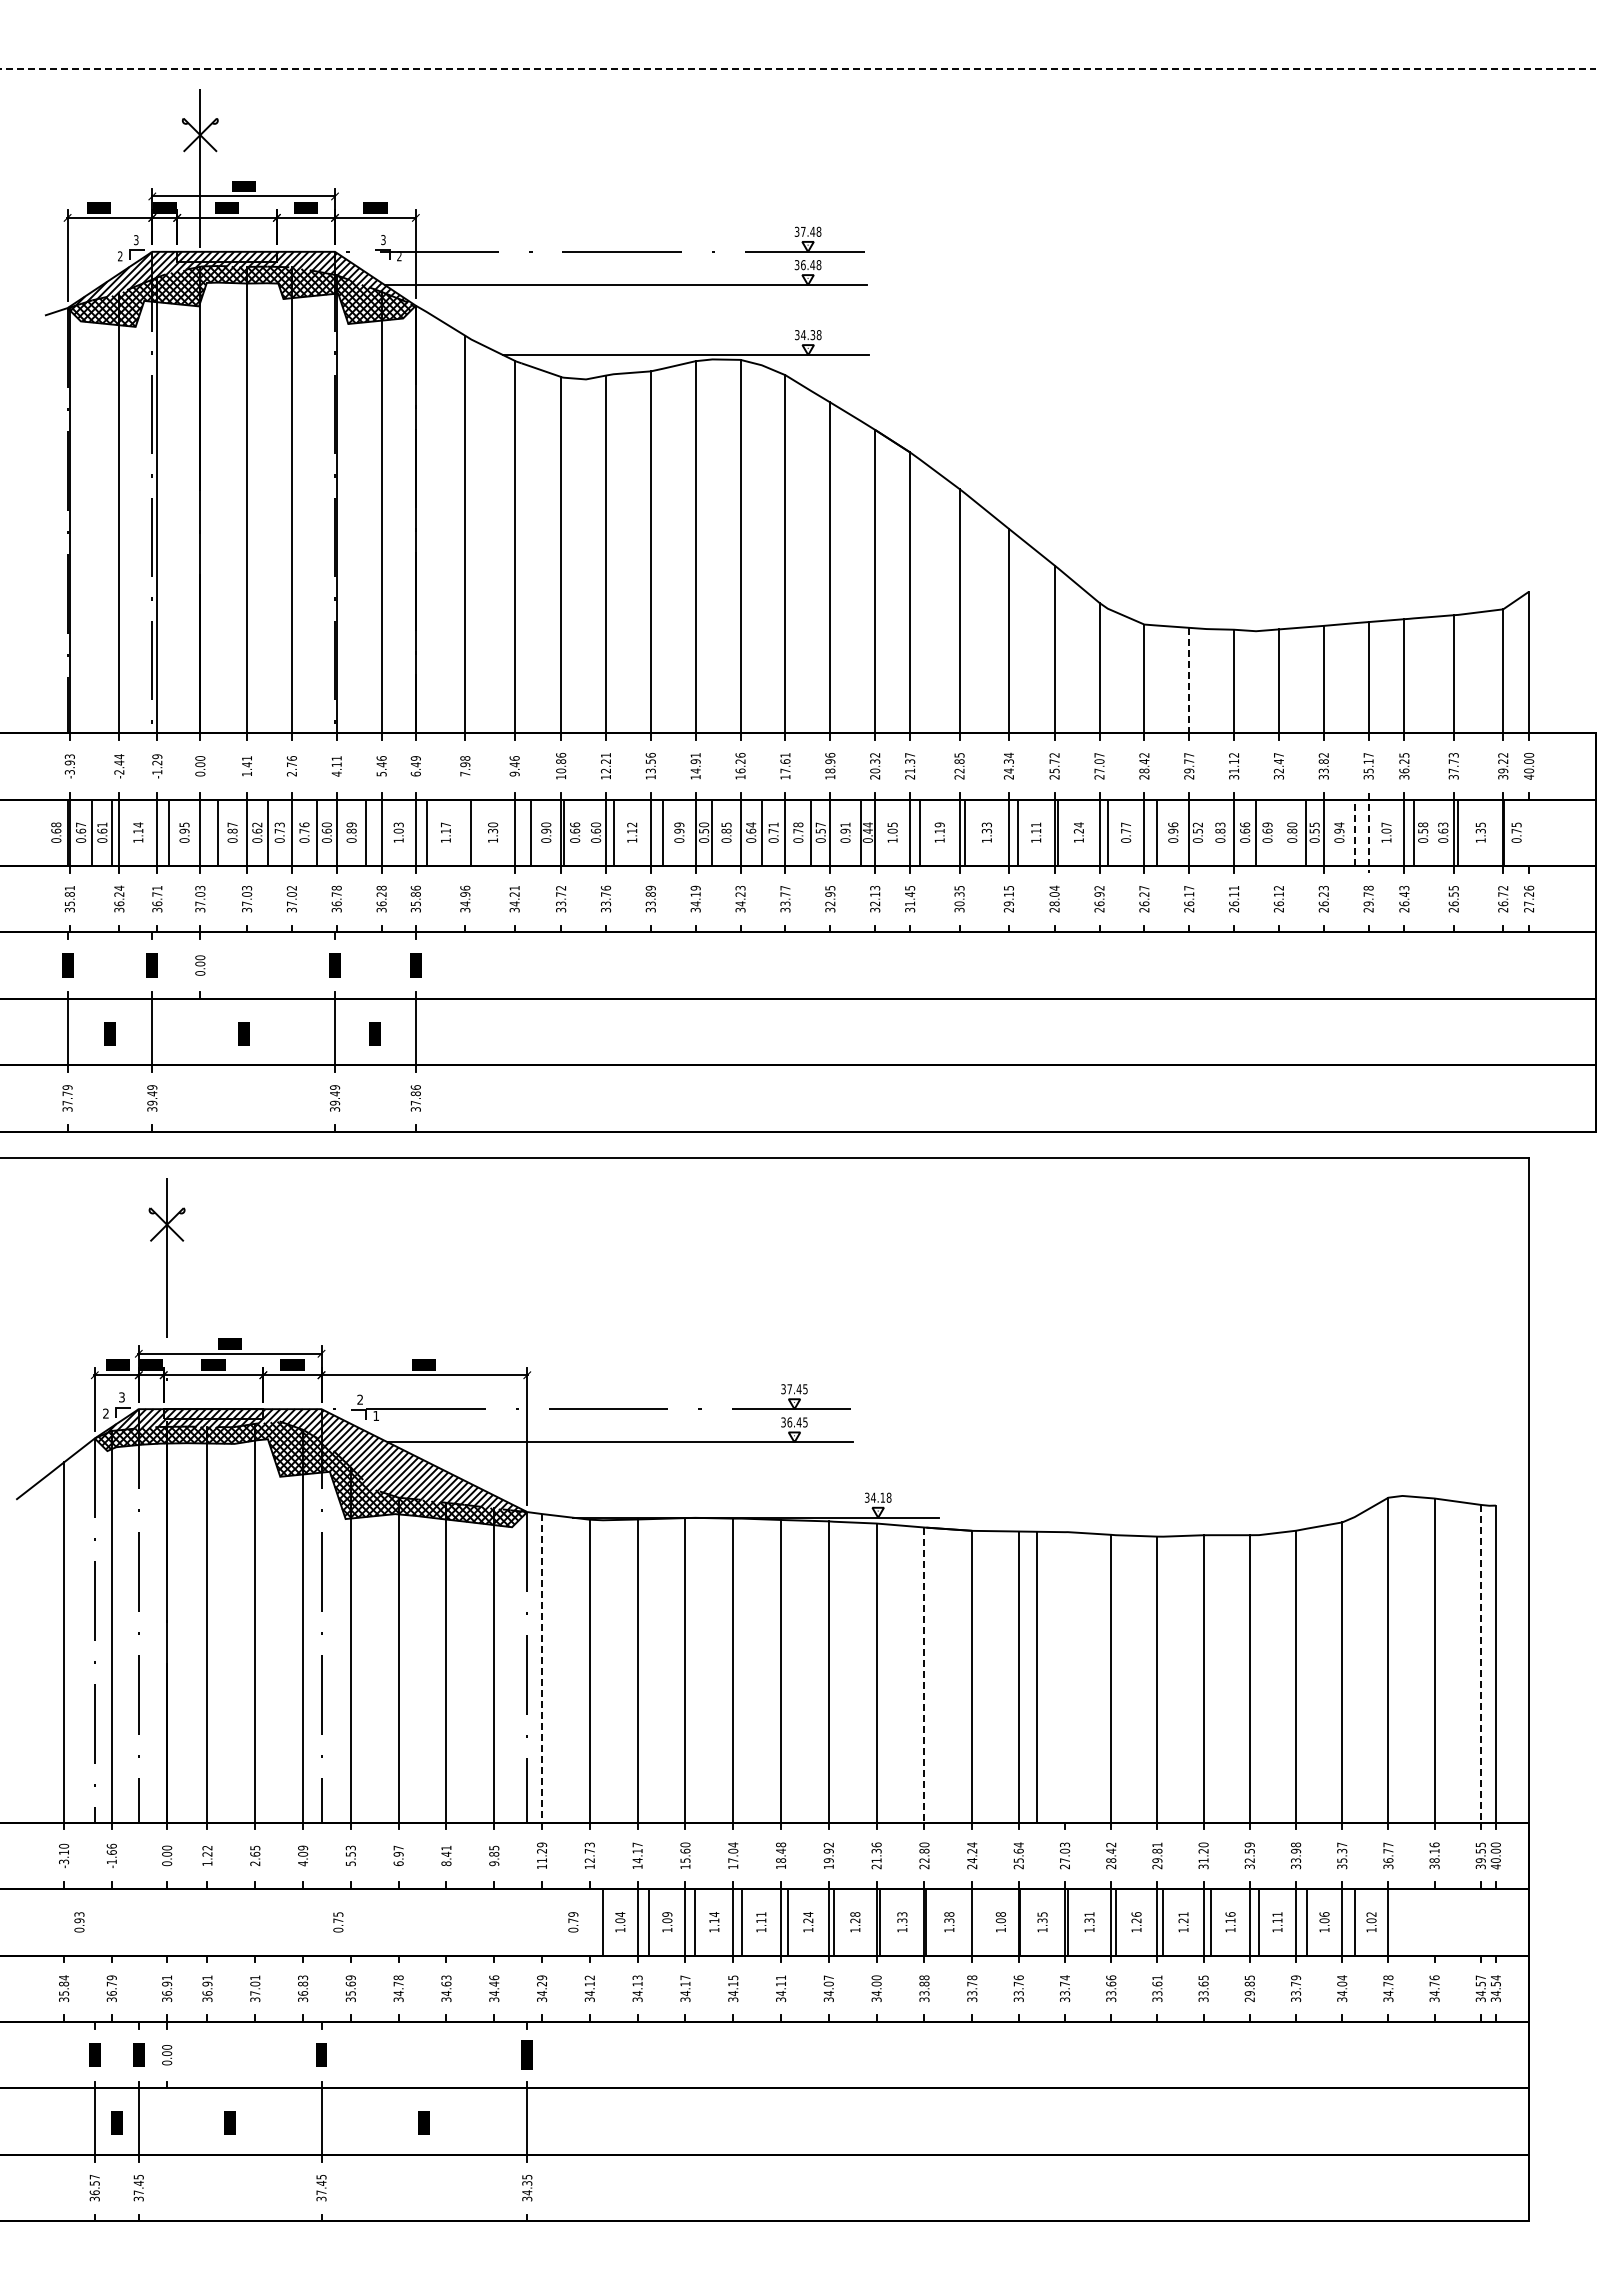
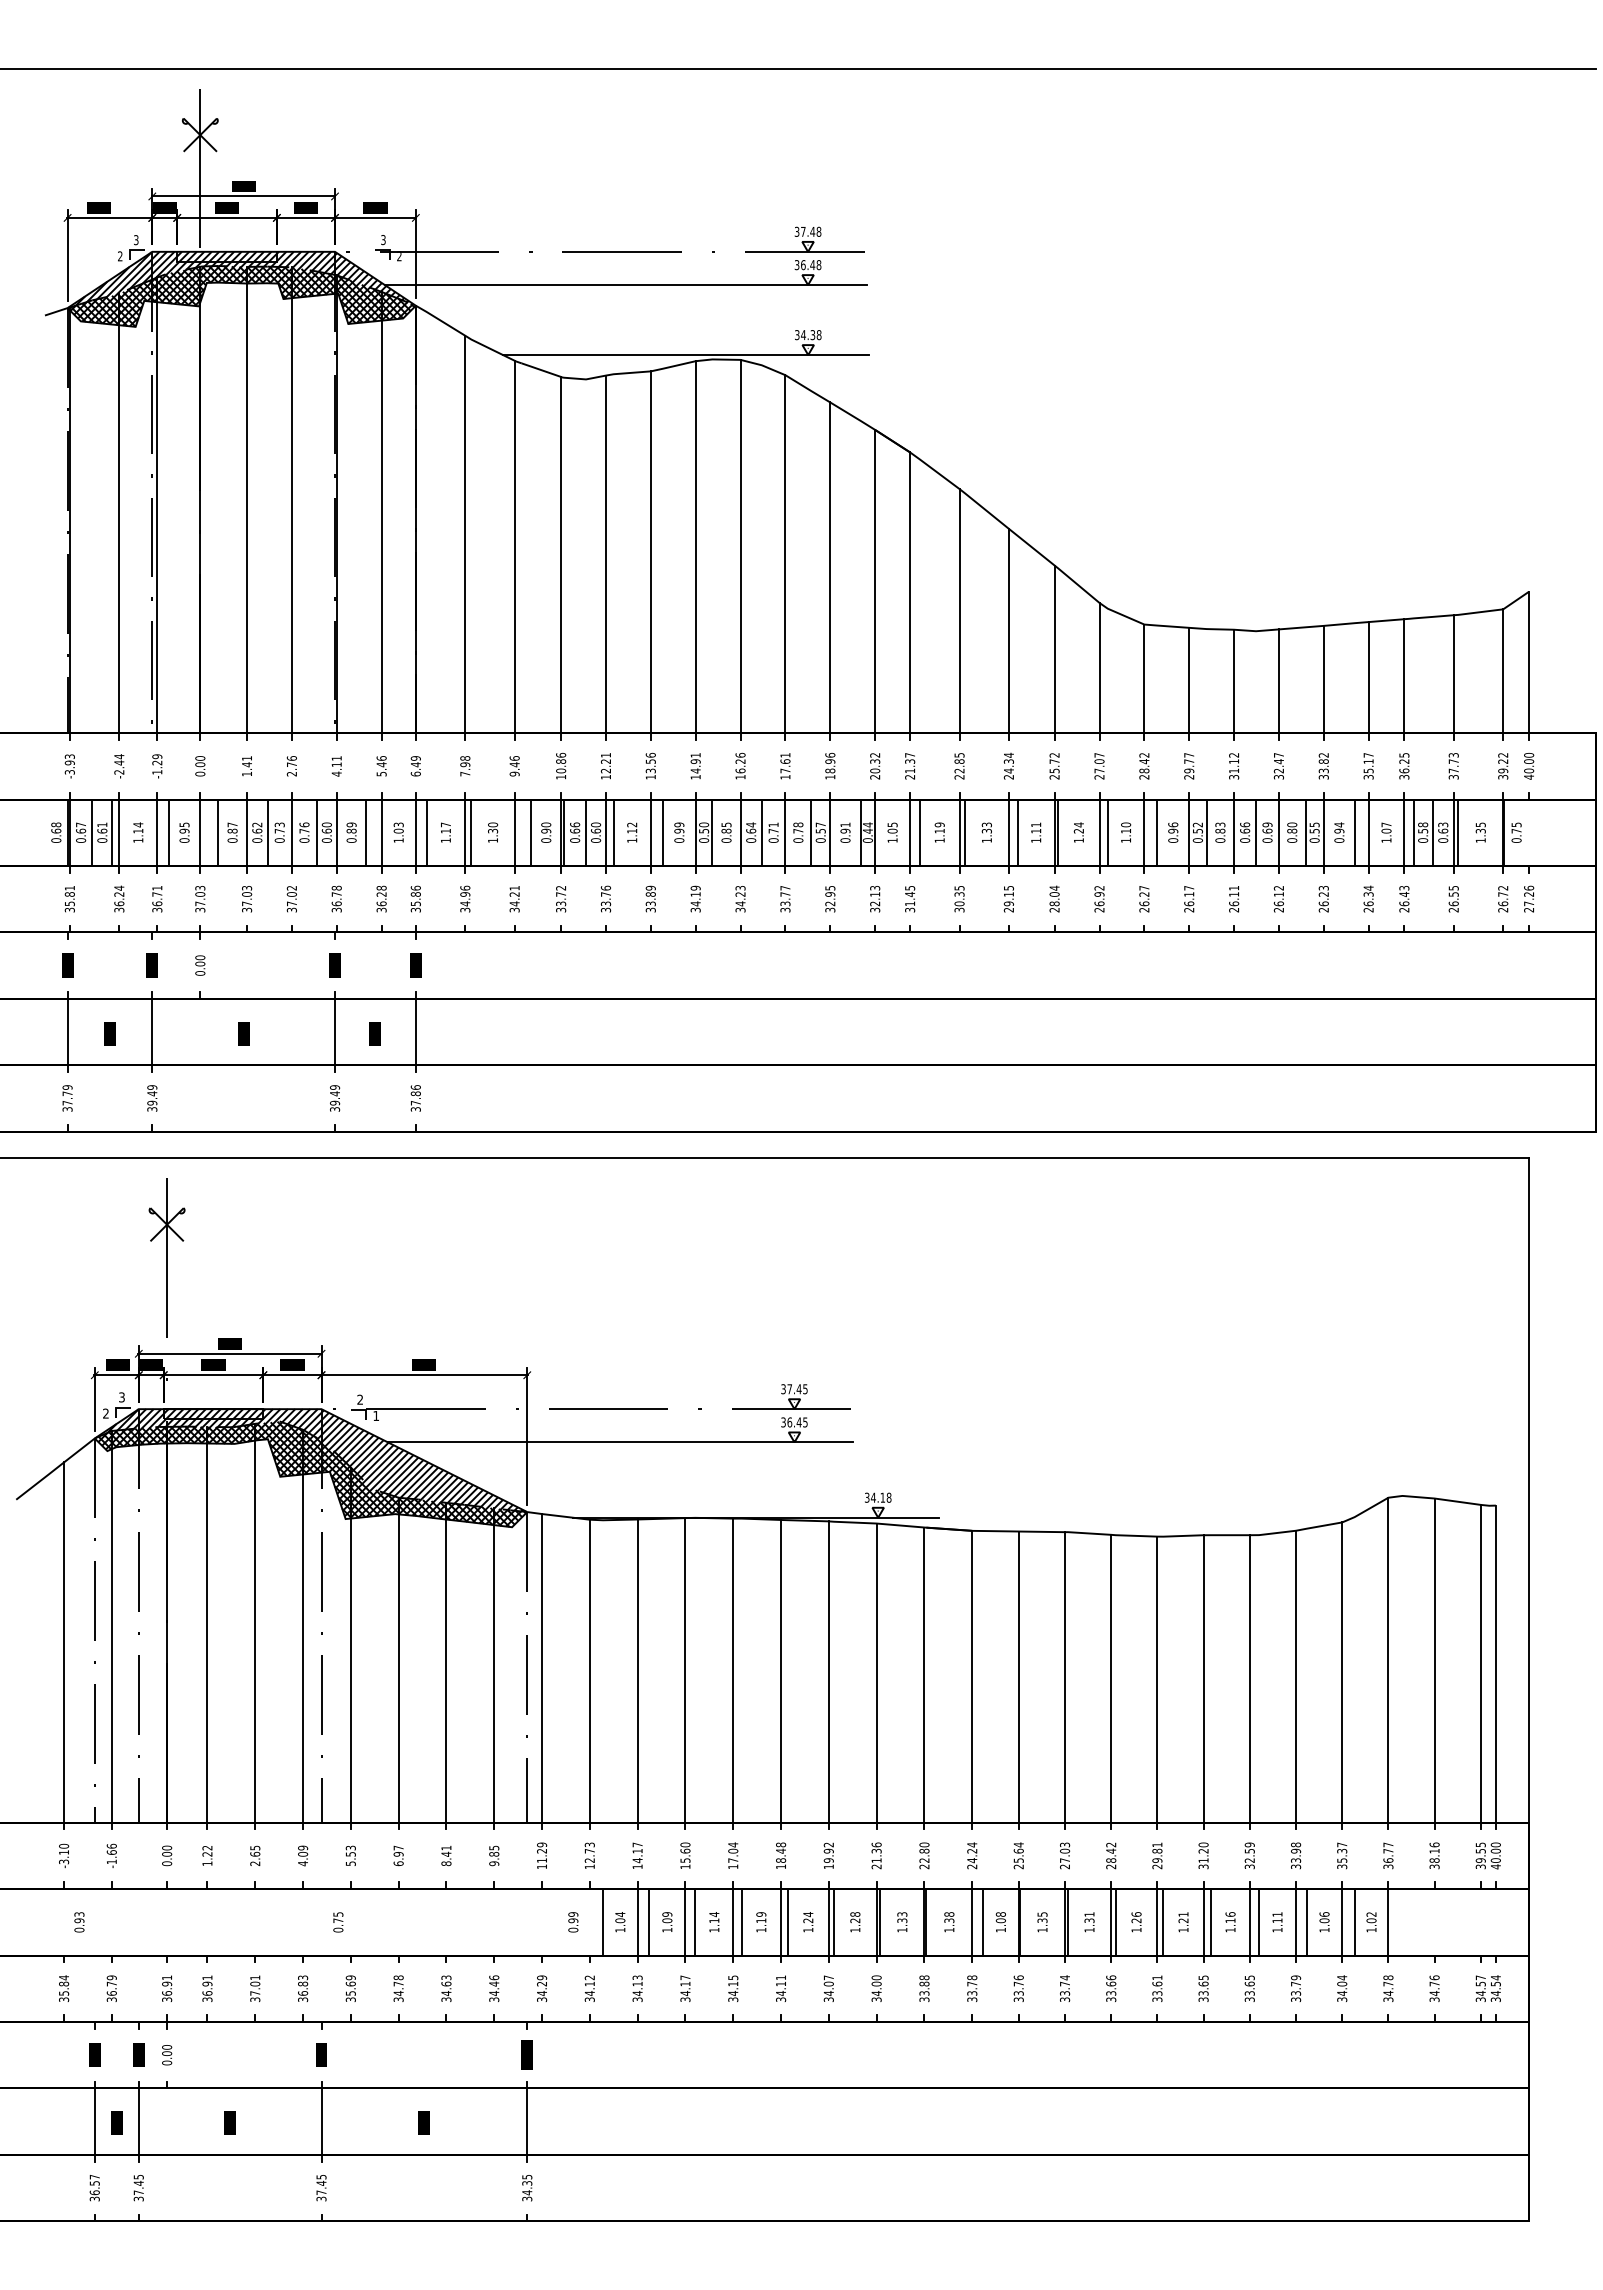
line at (797, 68): dashed -> solid
line at (1189, 680): dashed -> solid
line at (465, 832): none -> present
line at (586, 832): none -> present
text at (1126, 832): 0.77 -> 1.10
line at (1206, 832): none -> present
line at (1278, 832): none -> present
line at (1354, 832): dashed -> solid
line at (1368, 832): dashed -> solid
line at (1432, 832): none -> present
text at (1368, 896): 29.78 -> 26.34
line at (1480, 1663): dashed -> solid
line at (542, 1668): dashed -> solid
line at (924, 1675): dashed -> solid
line at (1037, 1677) position: (1037, 1677) -> (1065, 1677)
text at (761, 1914): 1.11 -> 1.19
text at (573, 1920): 0.79 -> 0.99
line at (983, 1922): none -> present
text at (1249, 1991): 29.85 -> 33.65
